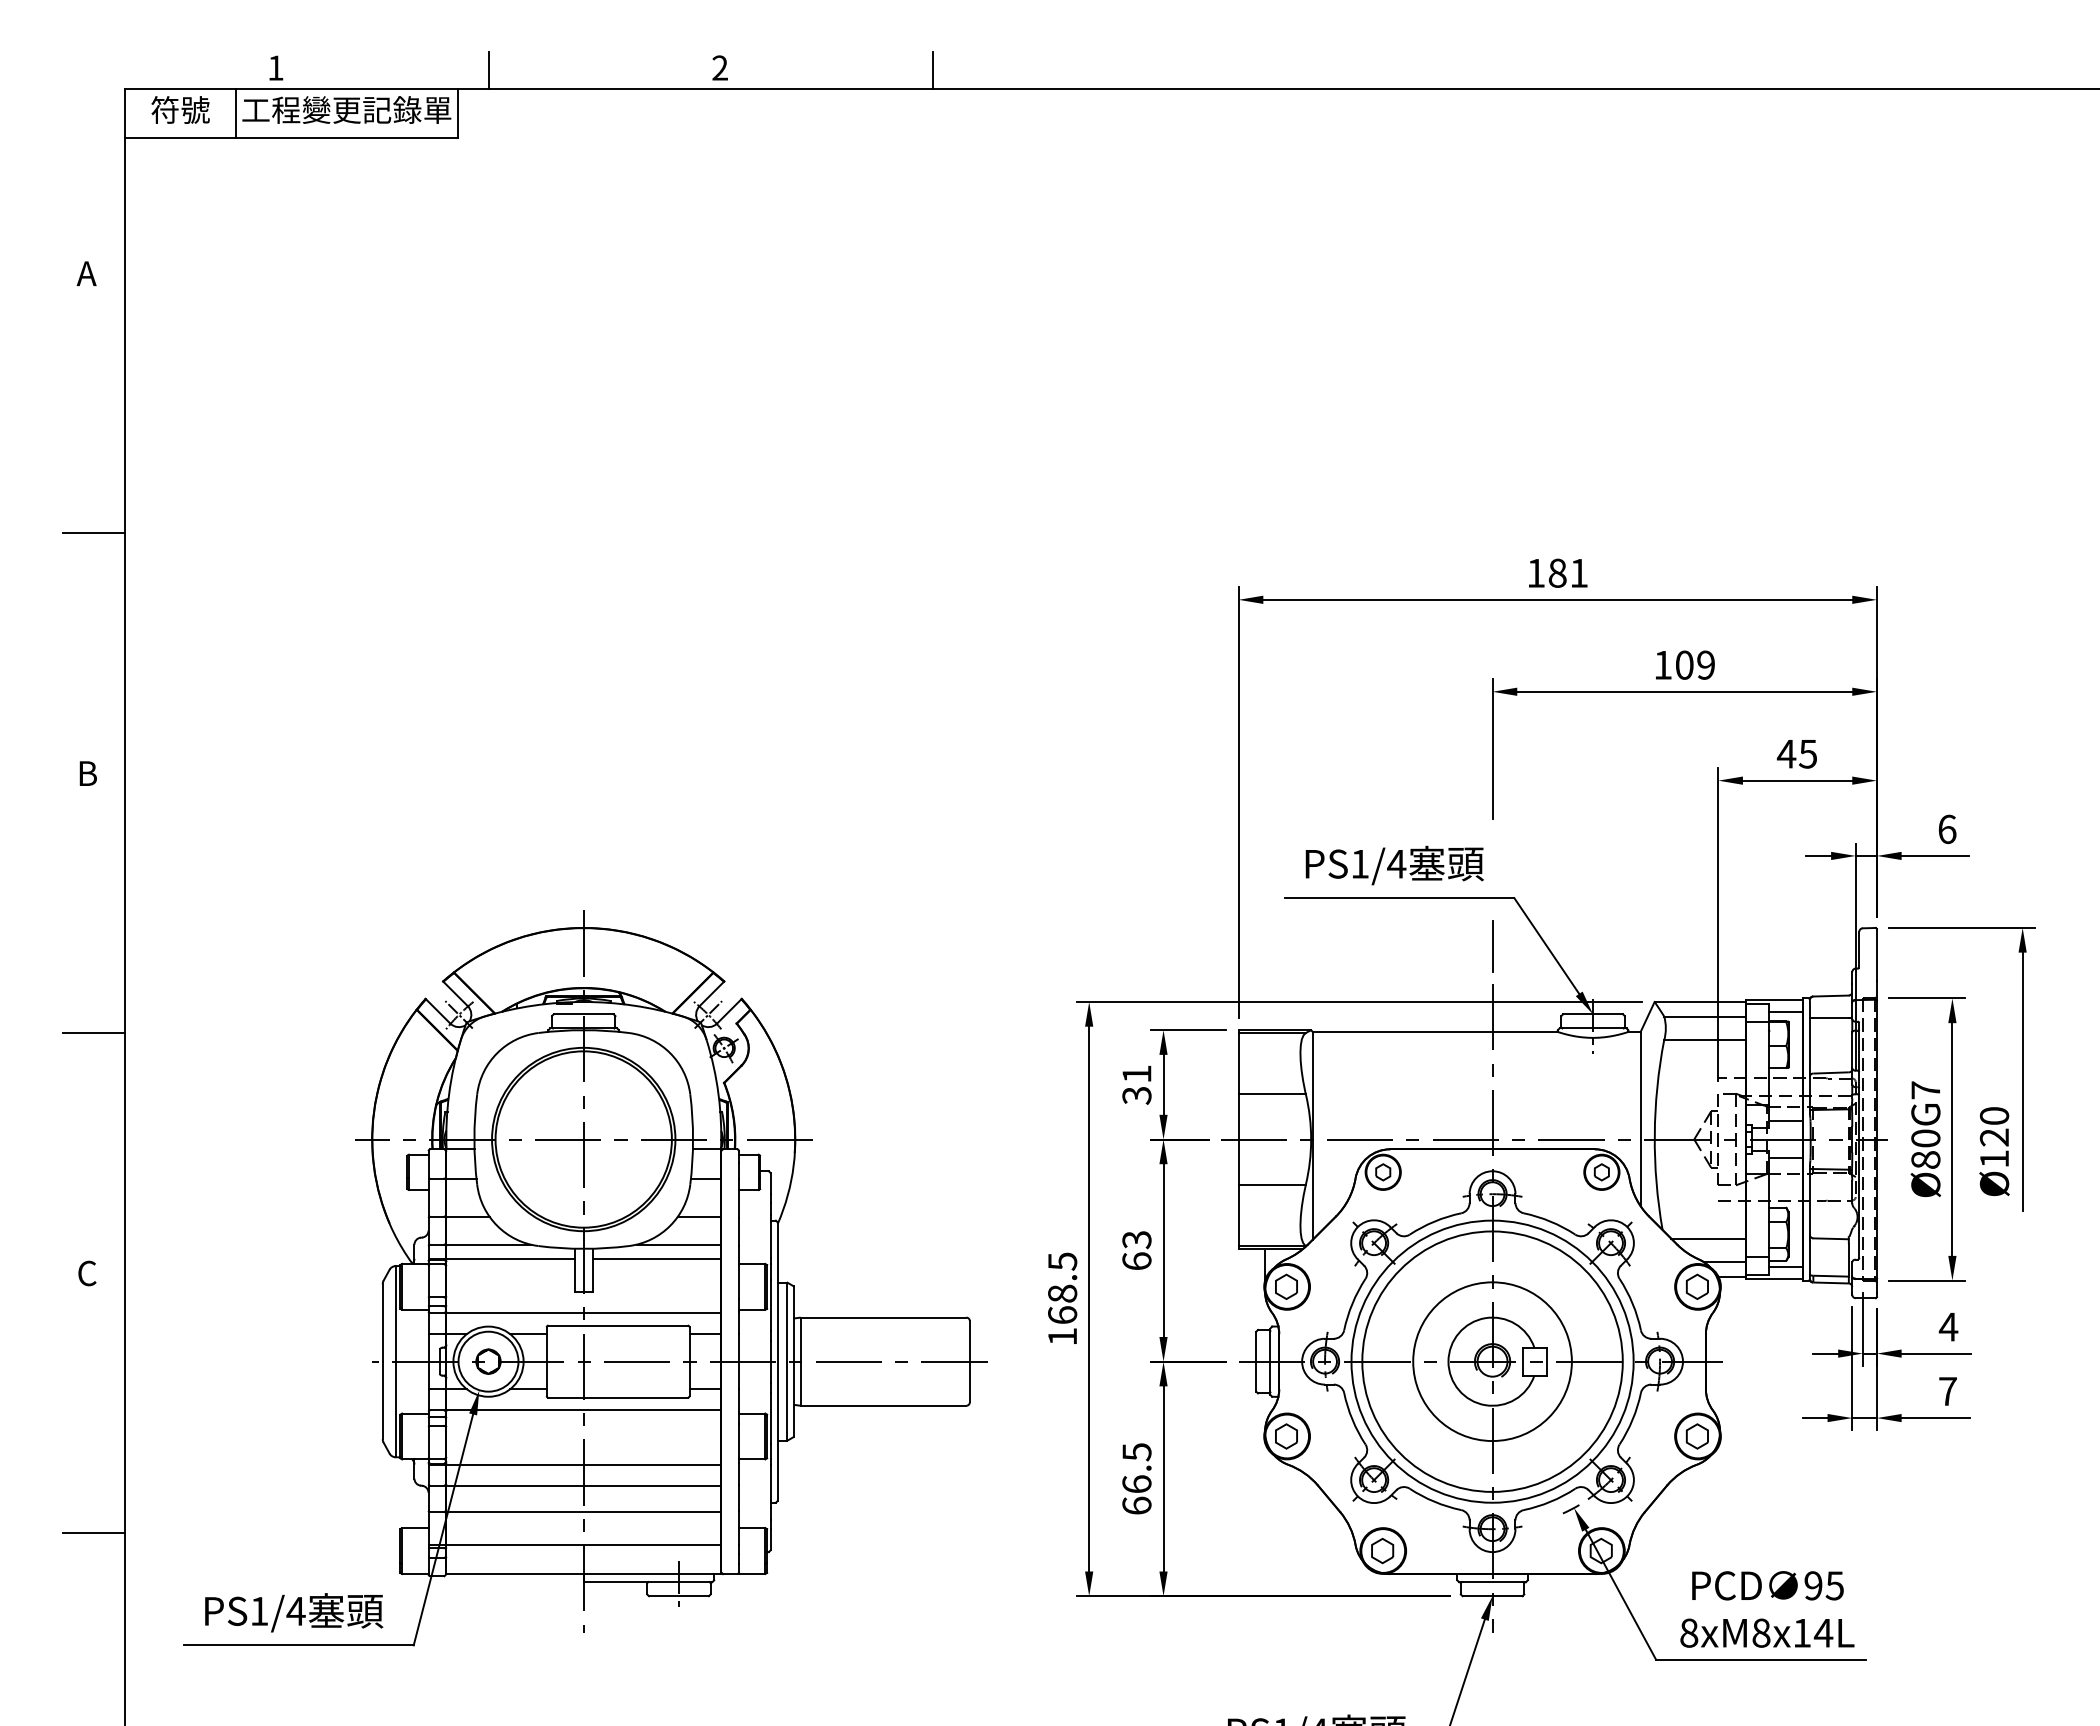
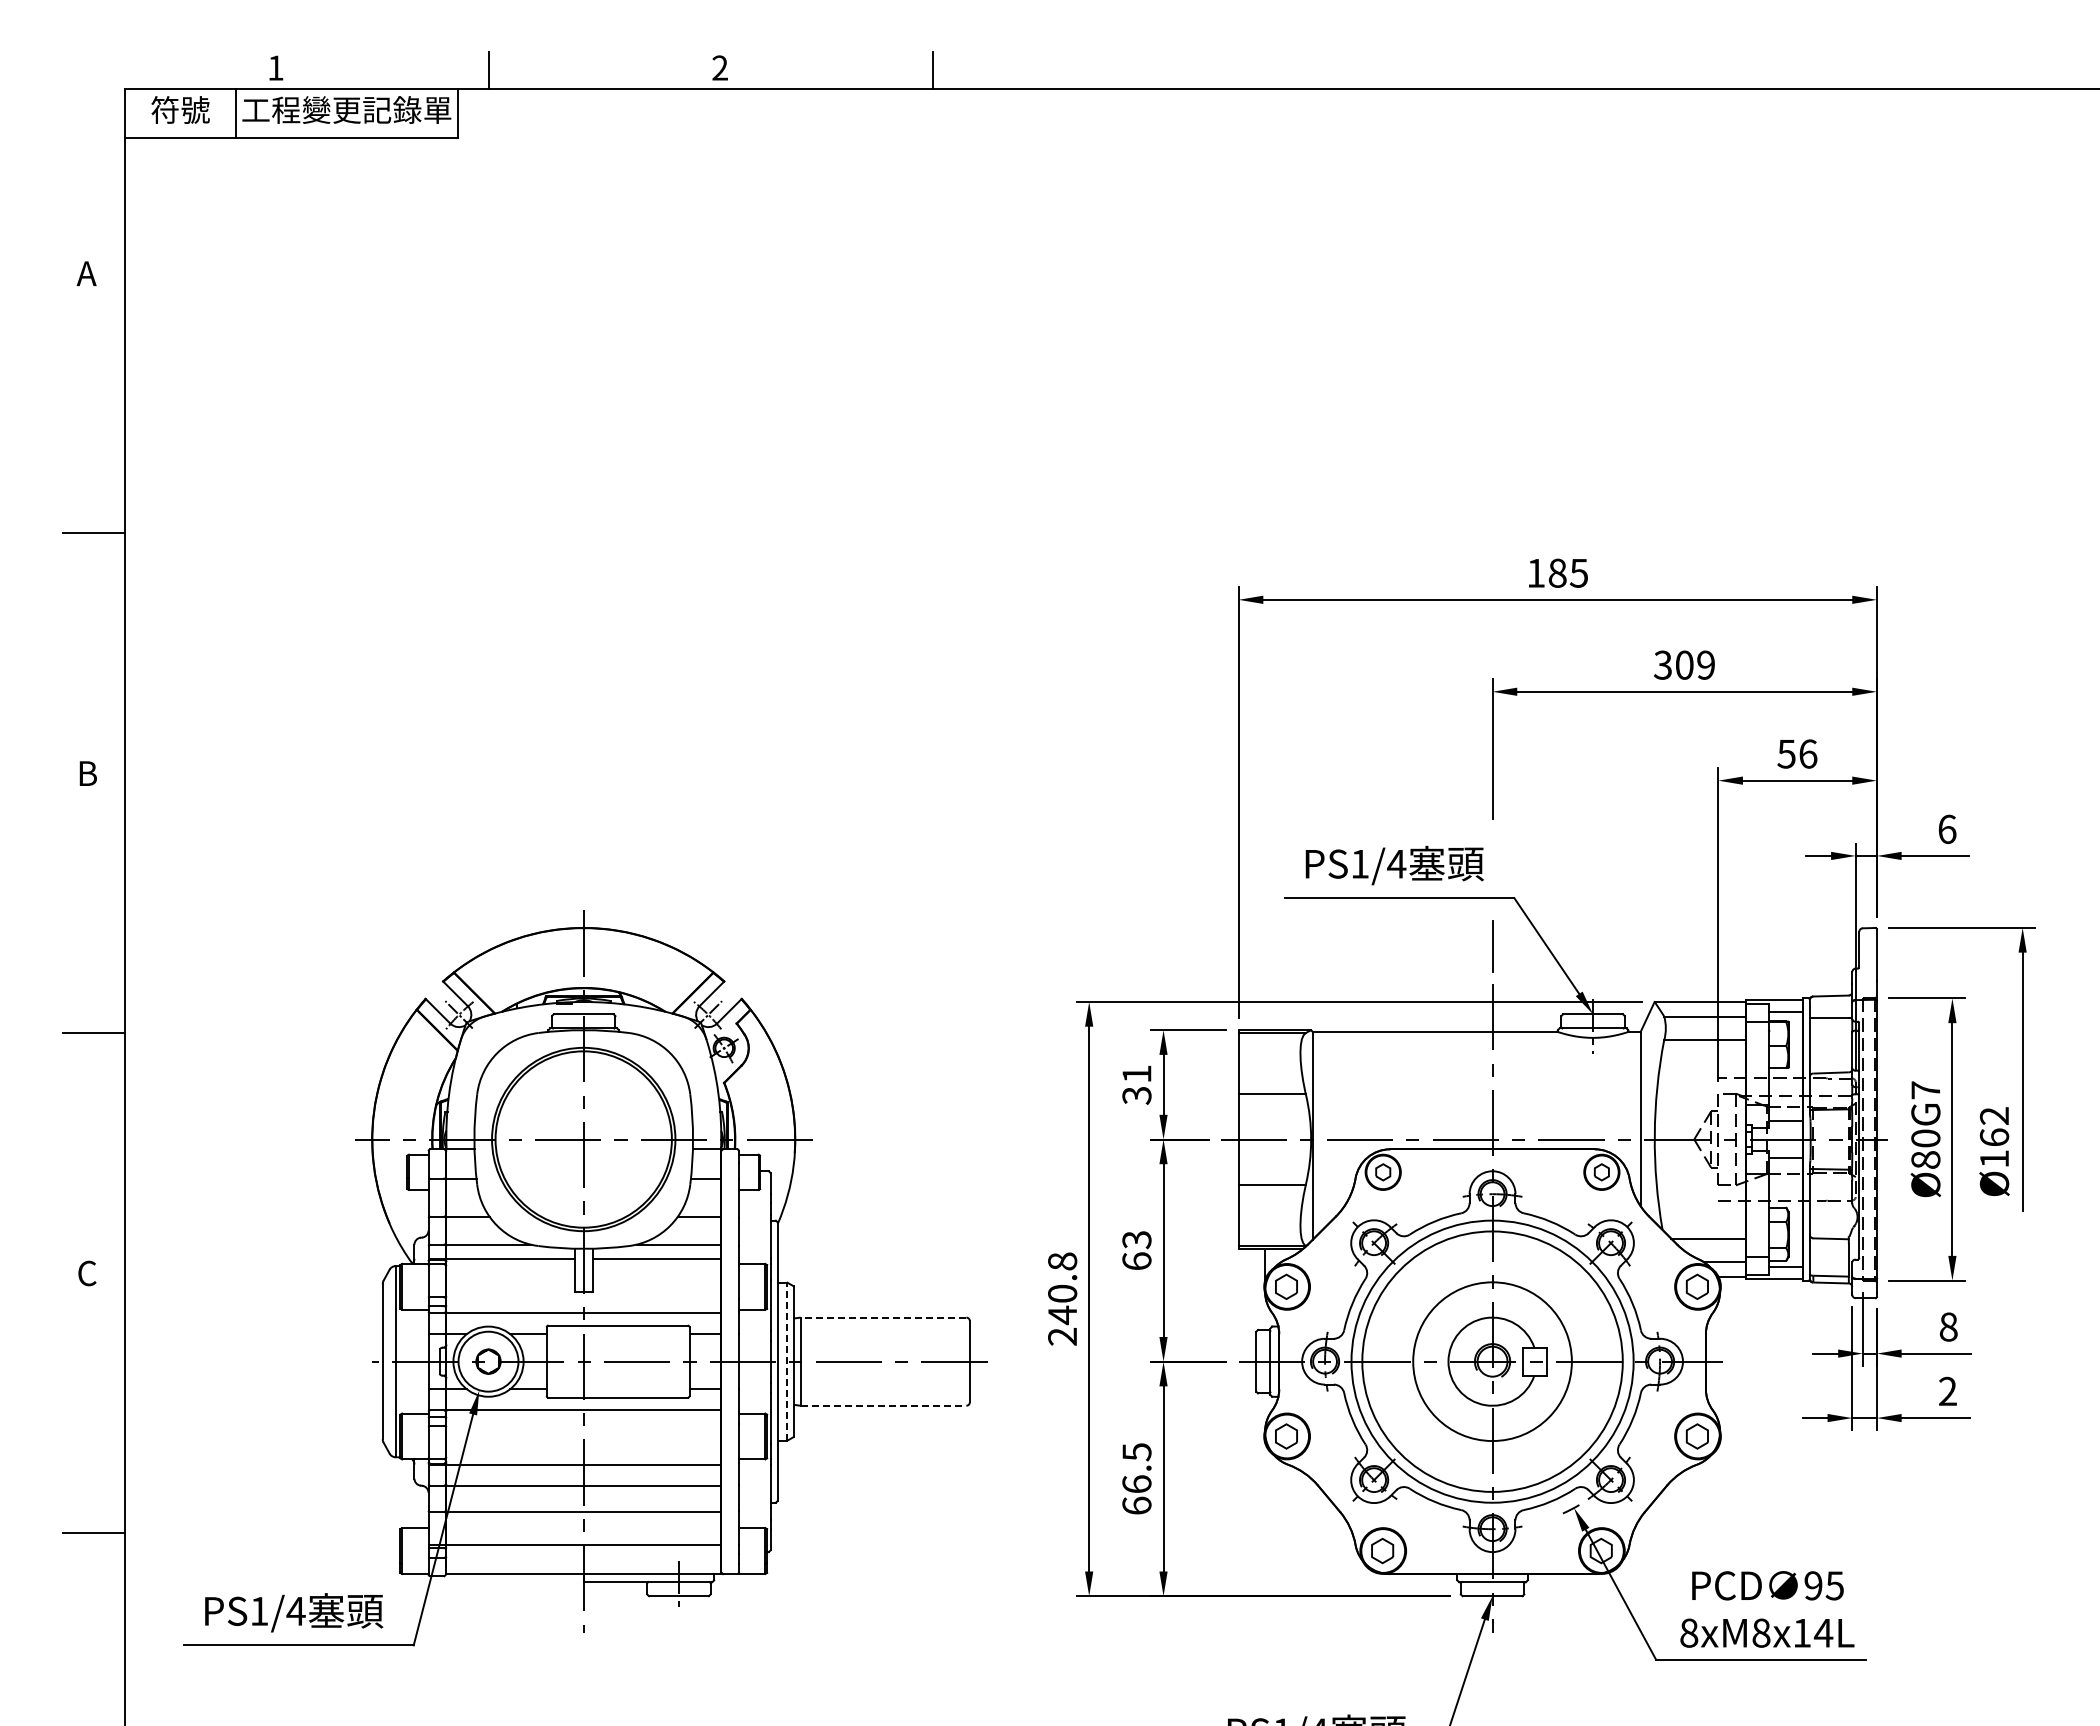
text at (1578, 573): 181 -> 185
text at (1662, 664): 109 -> 309
text at (1796, 753): 45 -> 56
text at (1994, 1126): Ø120 -> Ø162
text at (1062, 1298): 168.5 -> 240.8
line at (883, 1317): solid -> dashed
text at (1948, 1326): 4 -> 8
line at (787, 1361): solid -> dashed
text at (1947, 1390): 7 -> 2
line at (883, 1405): solid -> dashed
